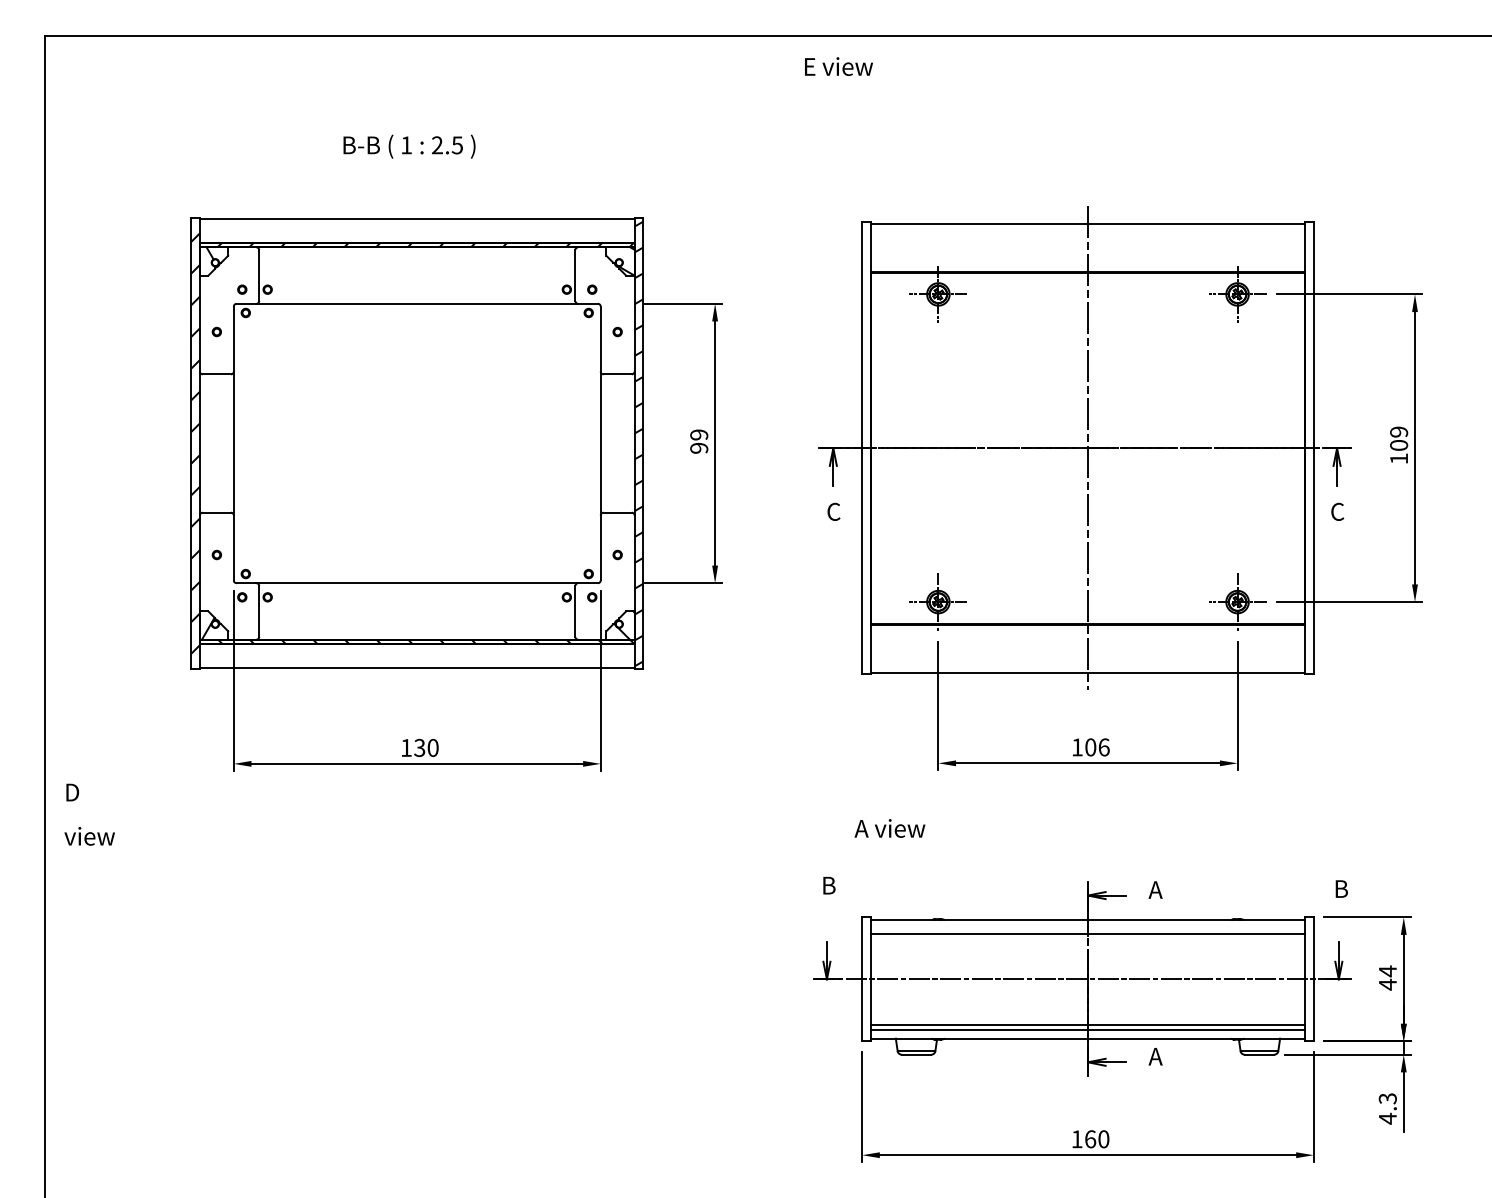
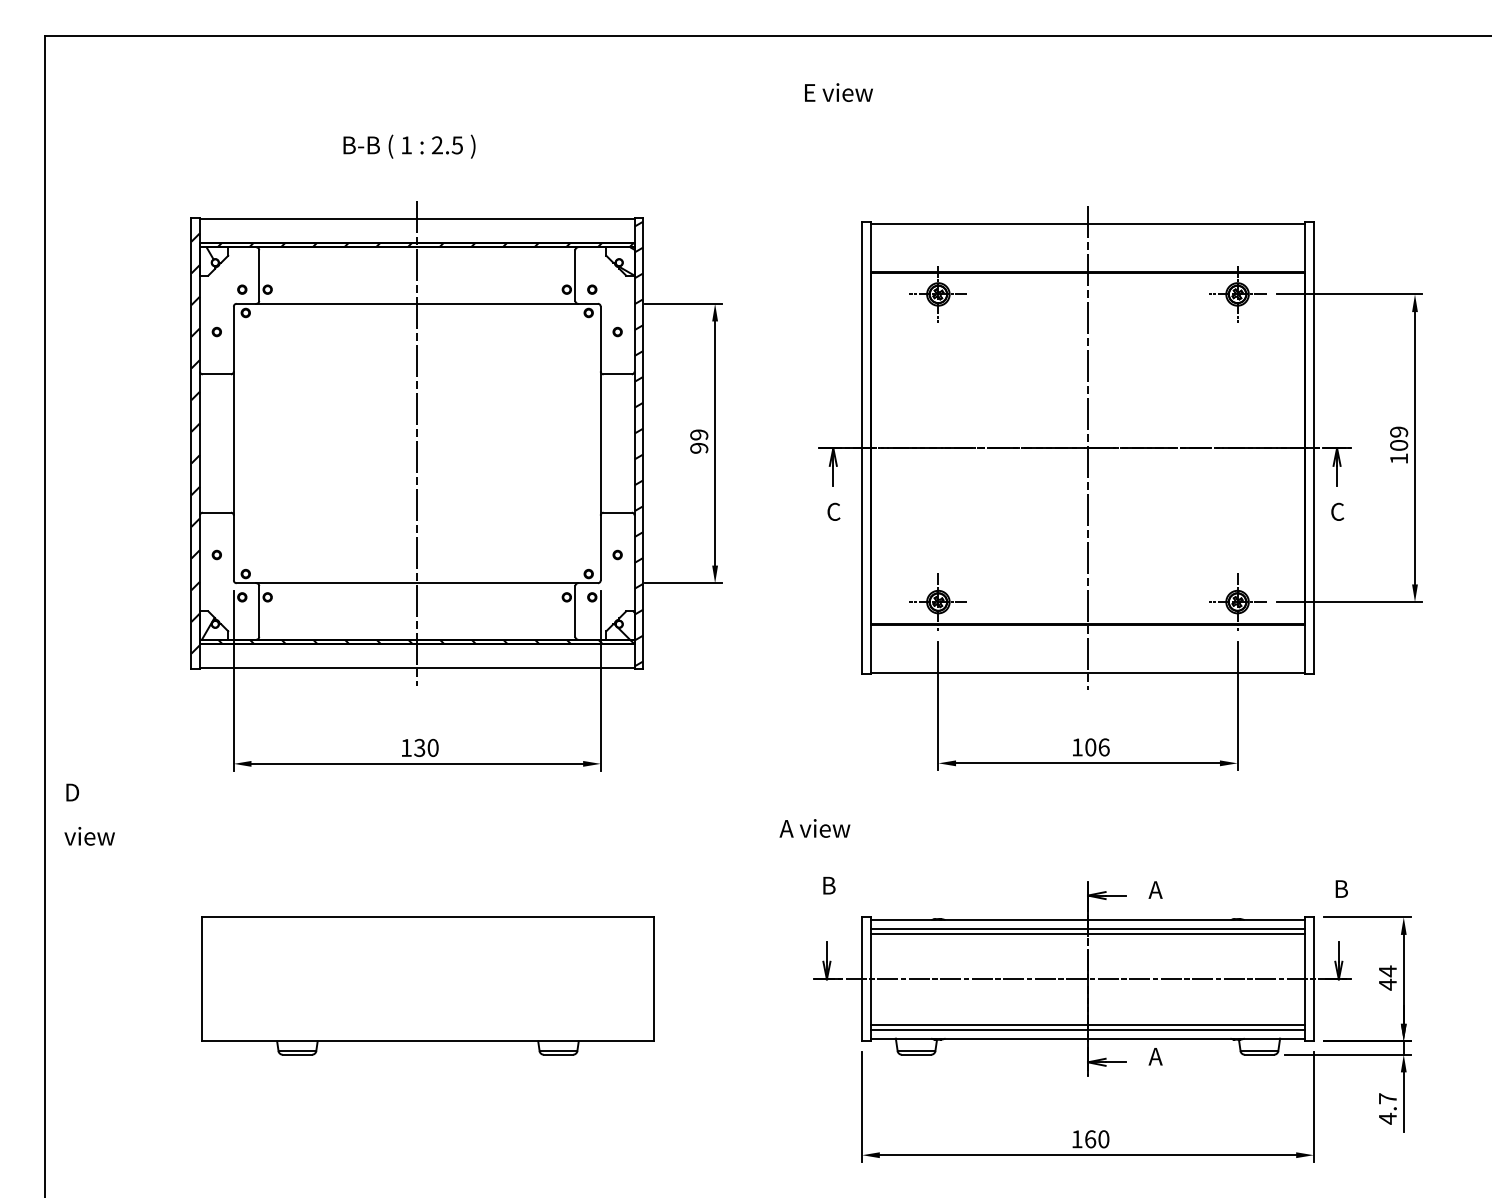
text at (838, 66) position: (838, 66) -> (838, 92)
line at (417, 443): none -> present
text at (889, 828) position: (889, 828) -> (814, 828)
line at (1087, 928): none -> present
part at (427, 985): none -> present
text at (1387, 1098): 4.3 -> 4.7
